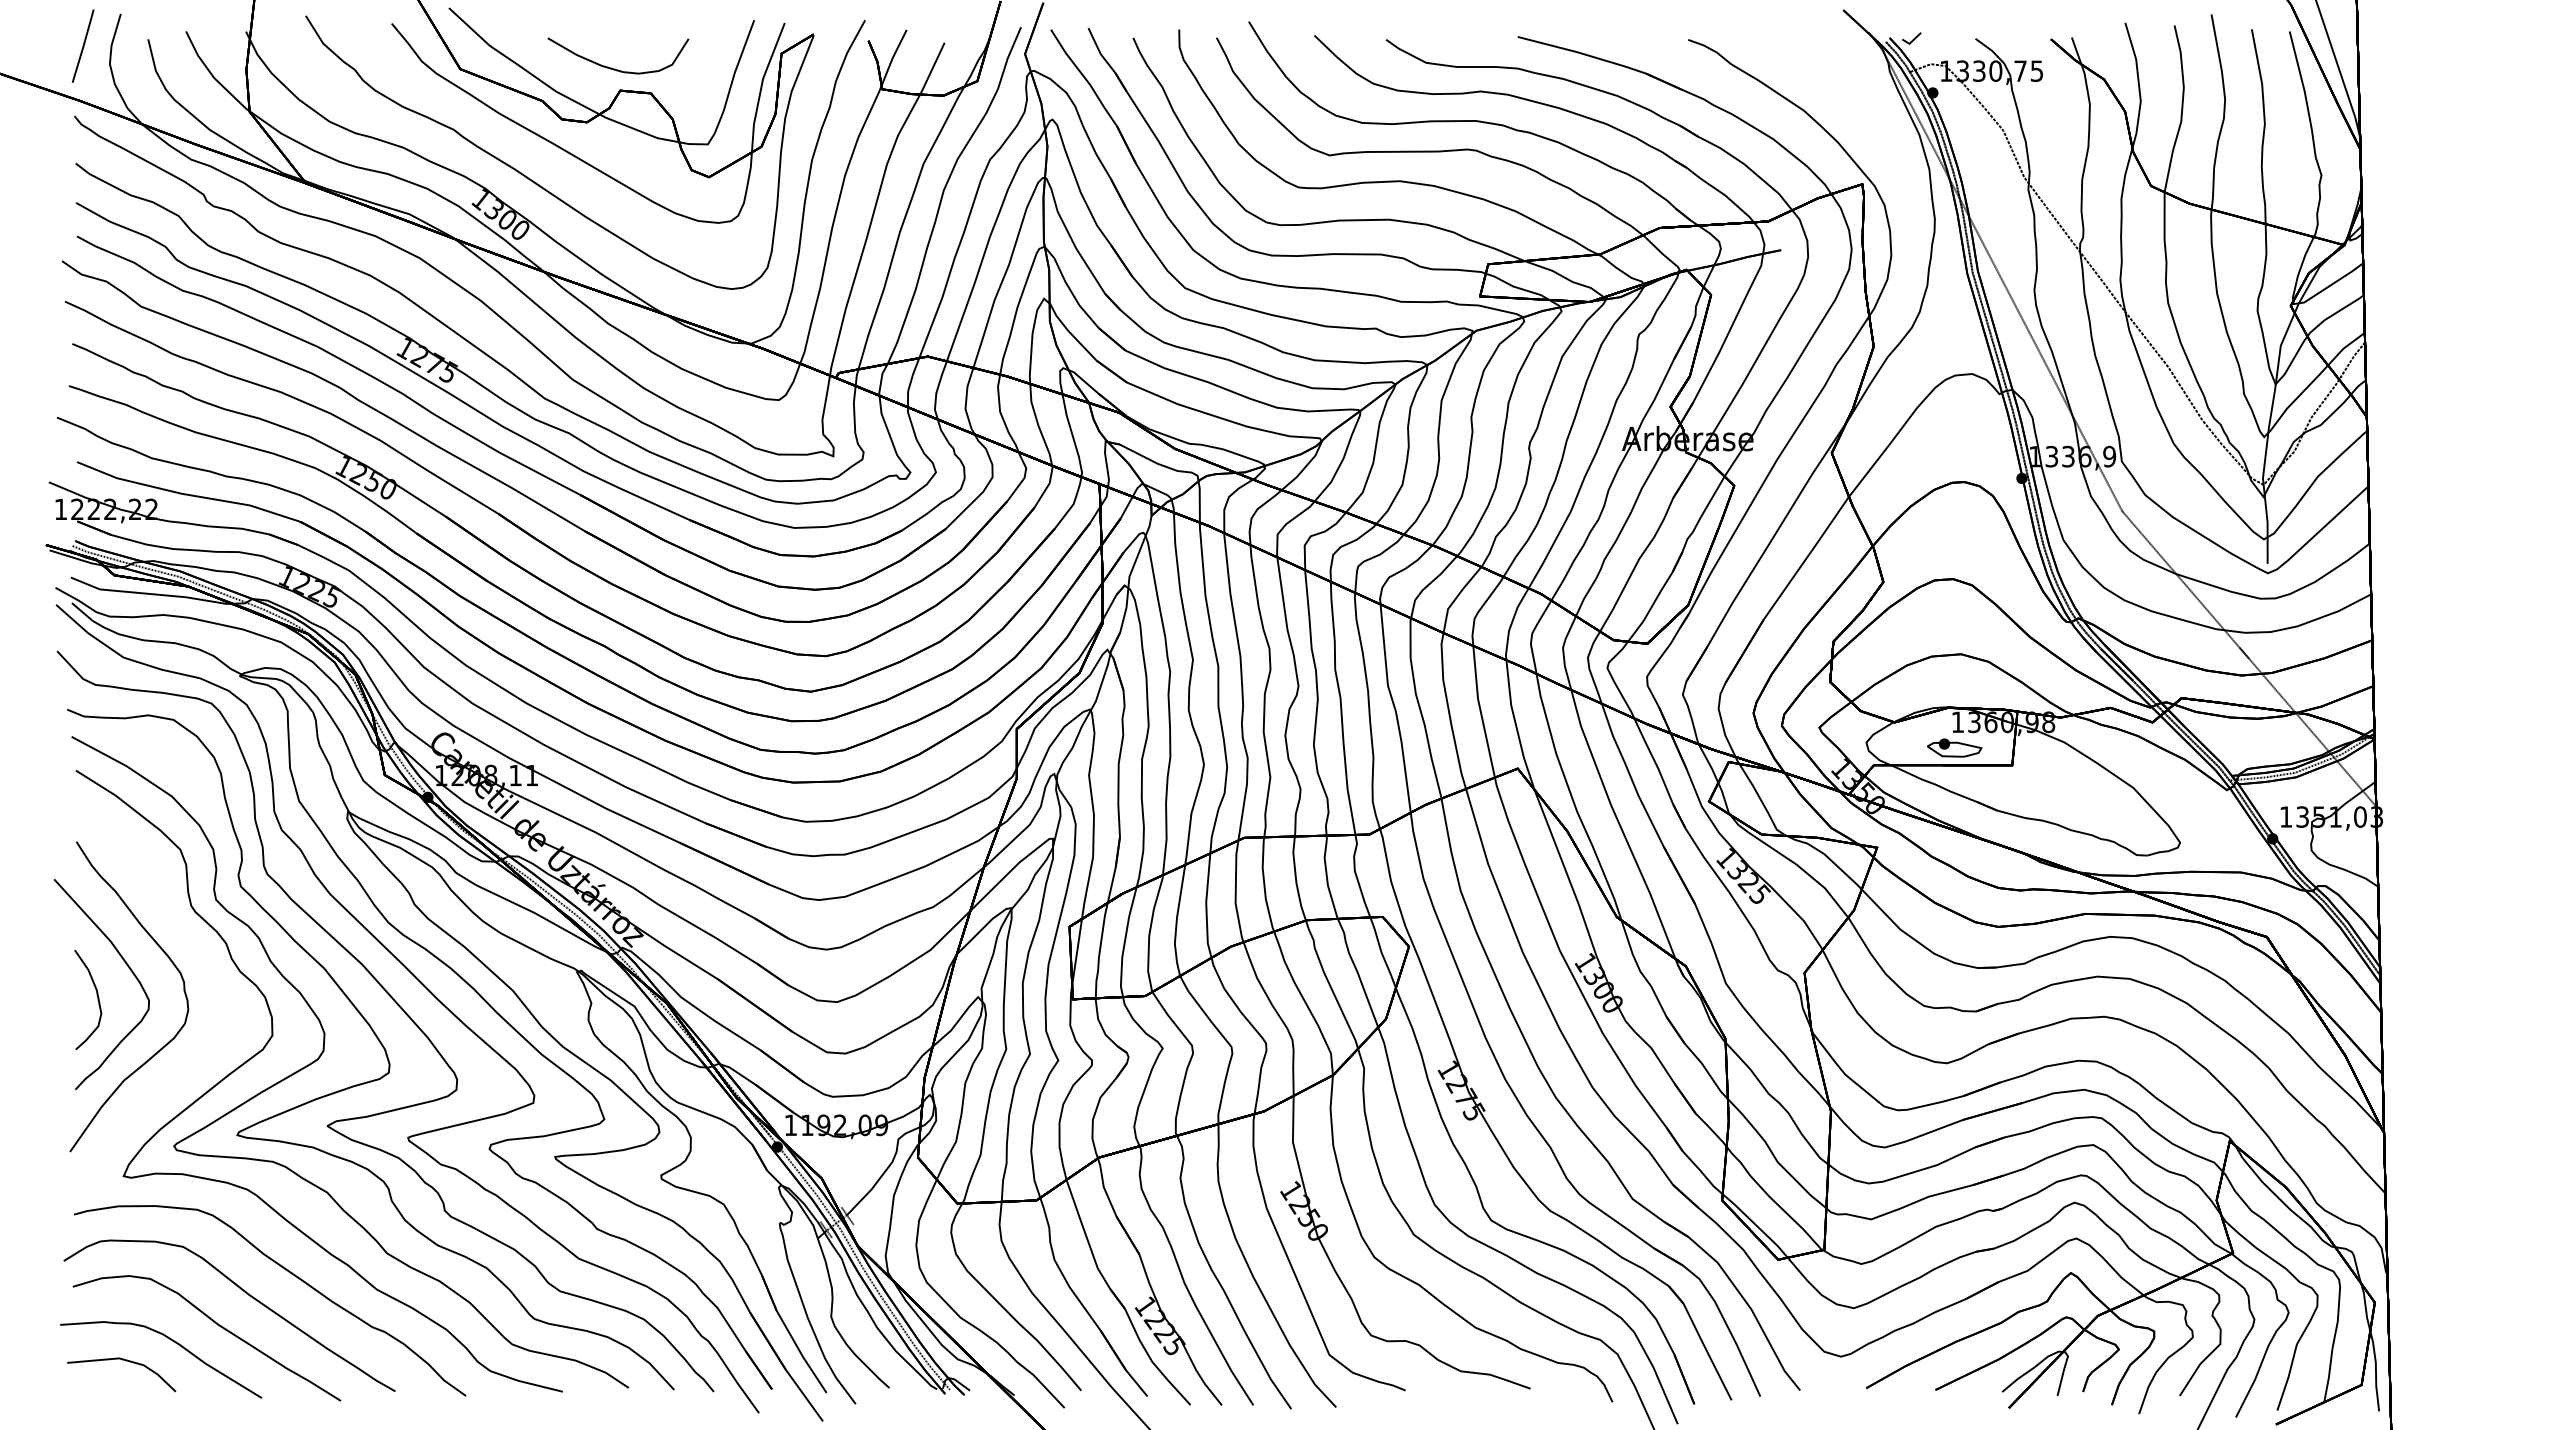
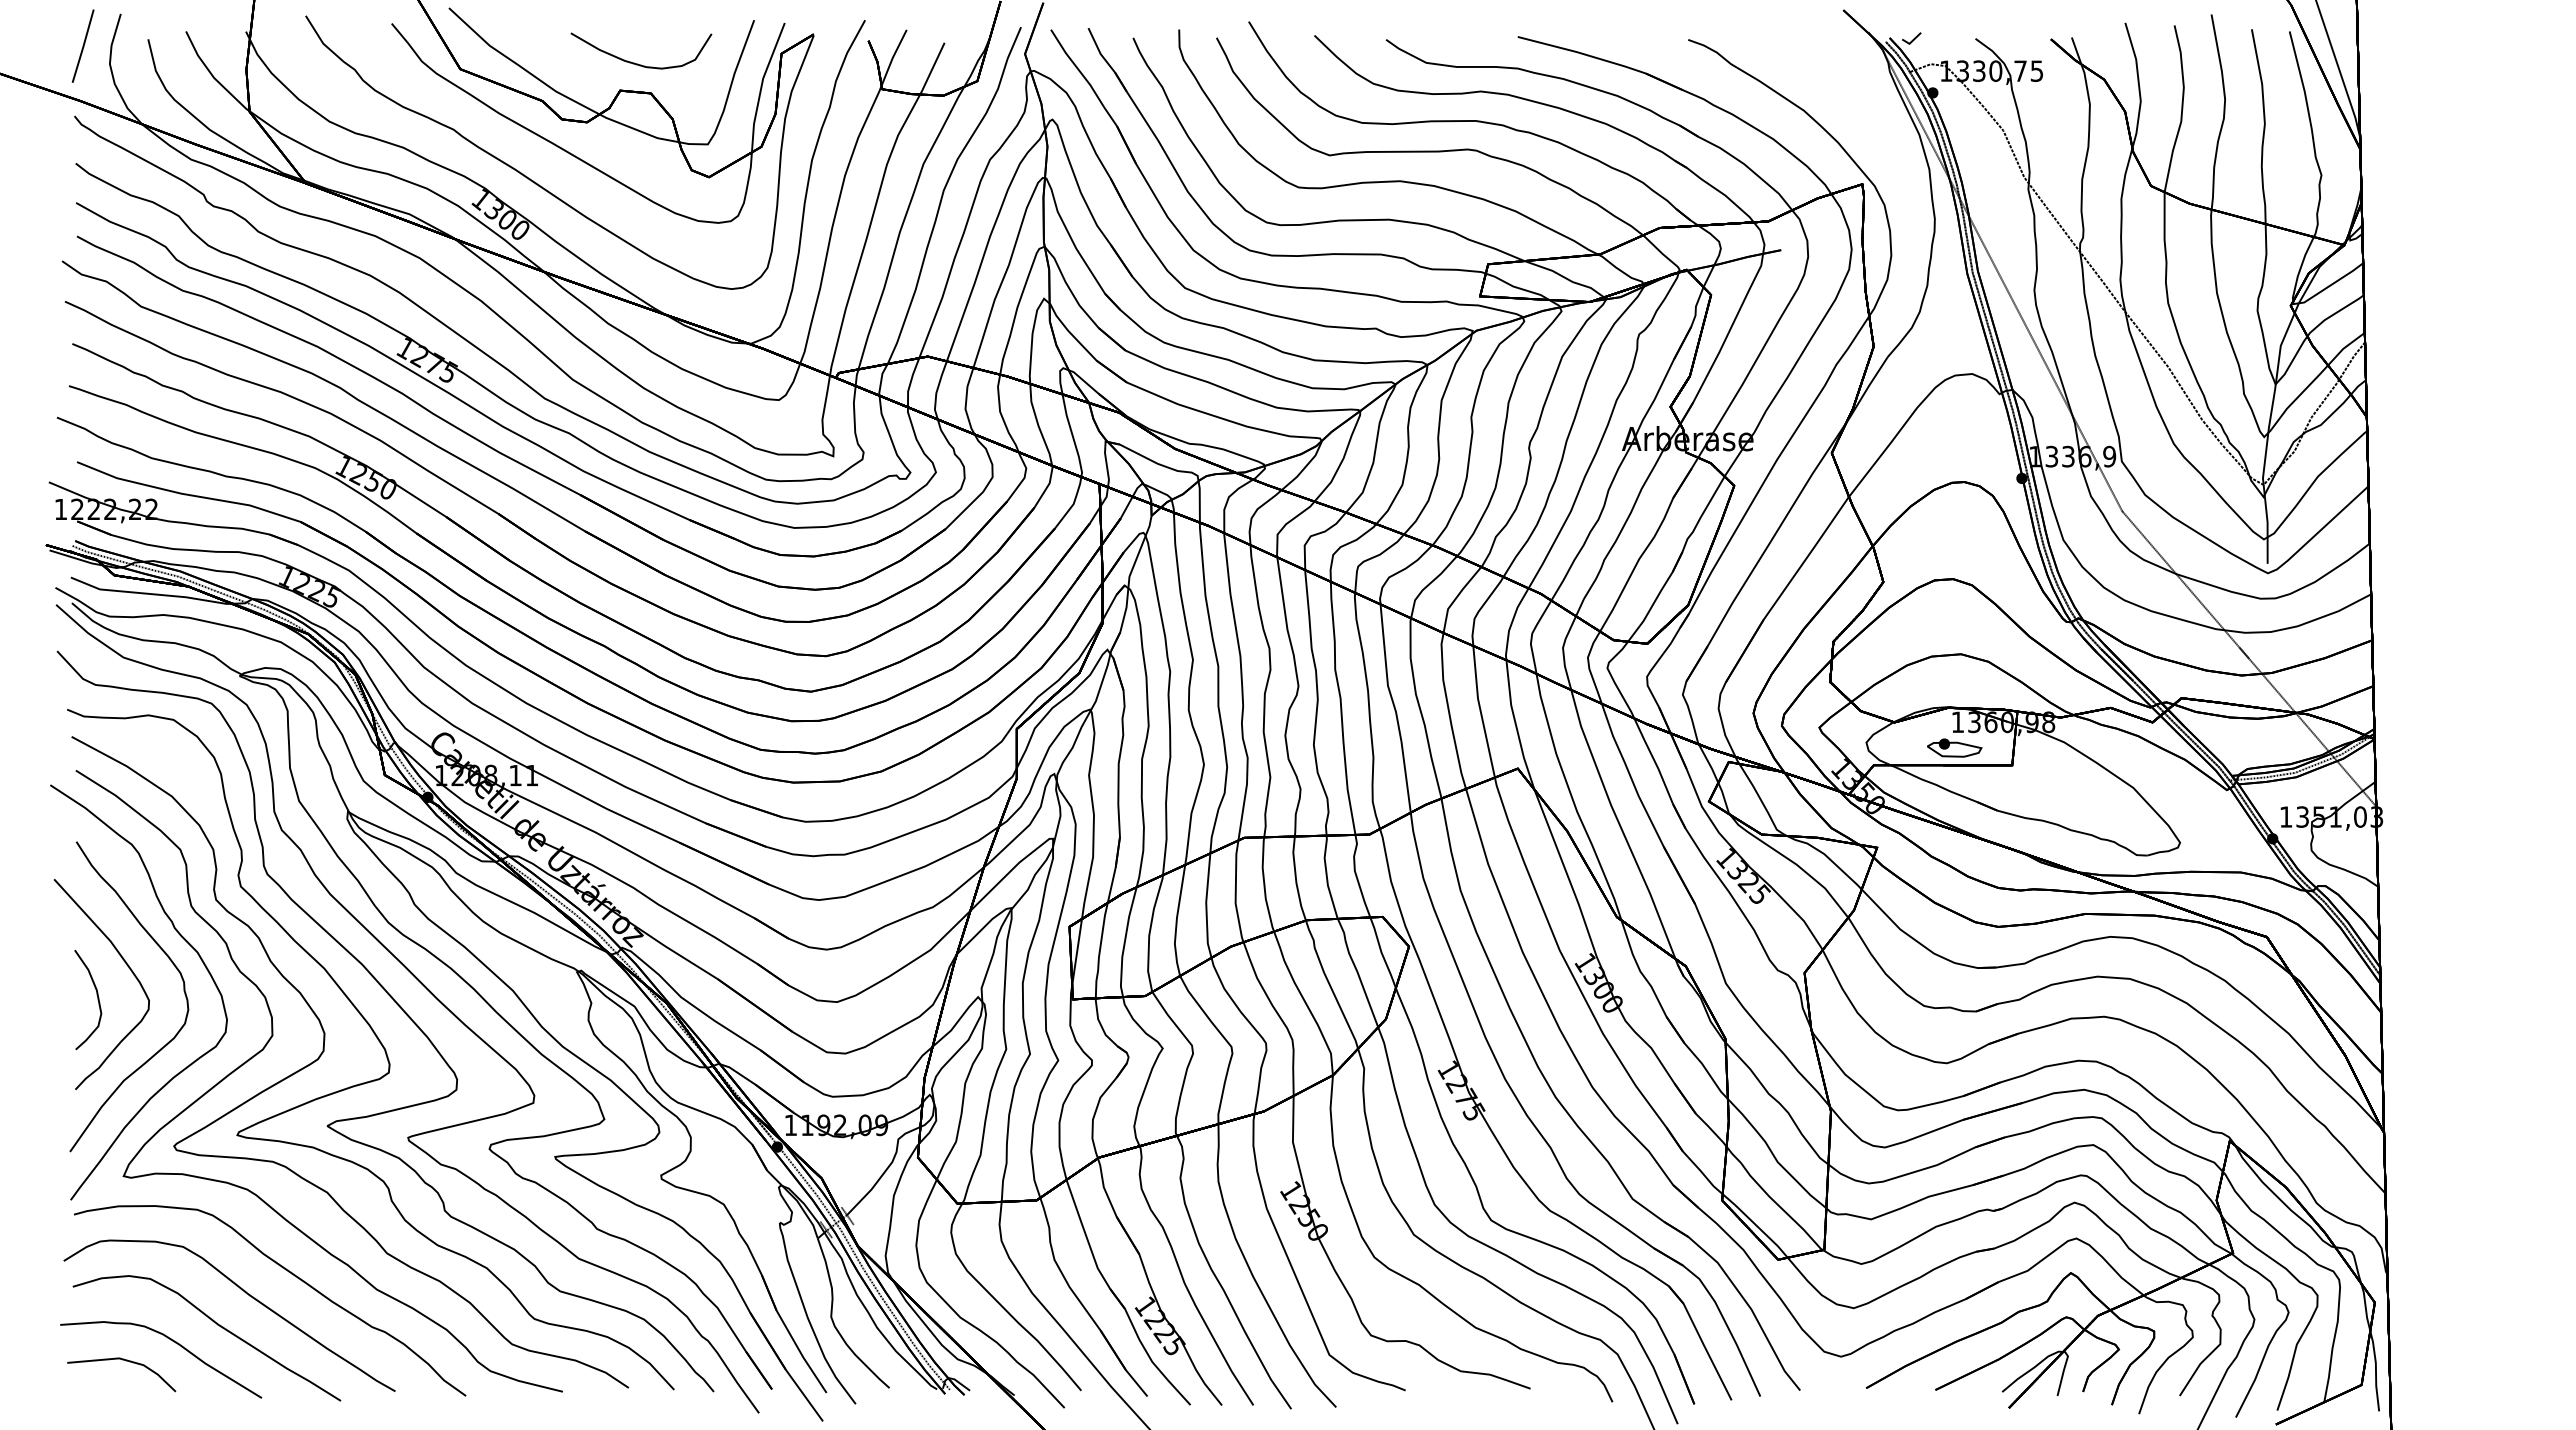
part at (615, 68) position: (615, 68) -> (638, 63)
curve at (187, 943): none -> present
